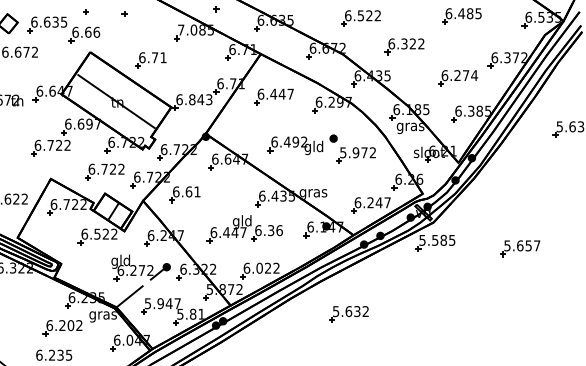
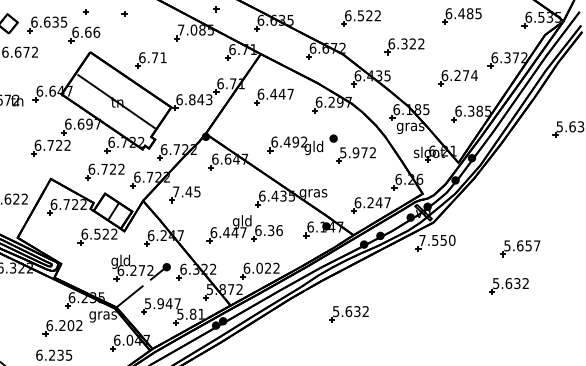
text at (186, 191): 6.61 -> 7.45
text at (437, 239): 5.585 -> 7.550
part at (508, 286): none -> present
